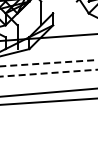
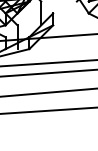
line at (48, 63): dashed -> solid
line at (49, 73): dashed -> solid
line at (48, 101) position: (48, 101) -> (48, 110)
